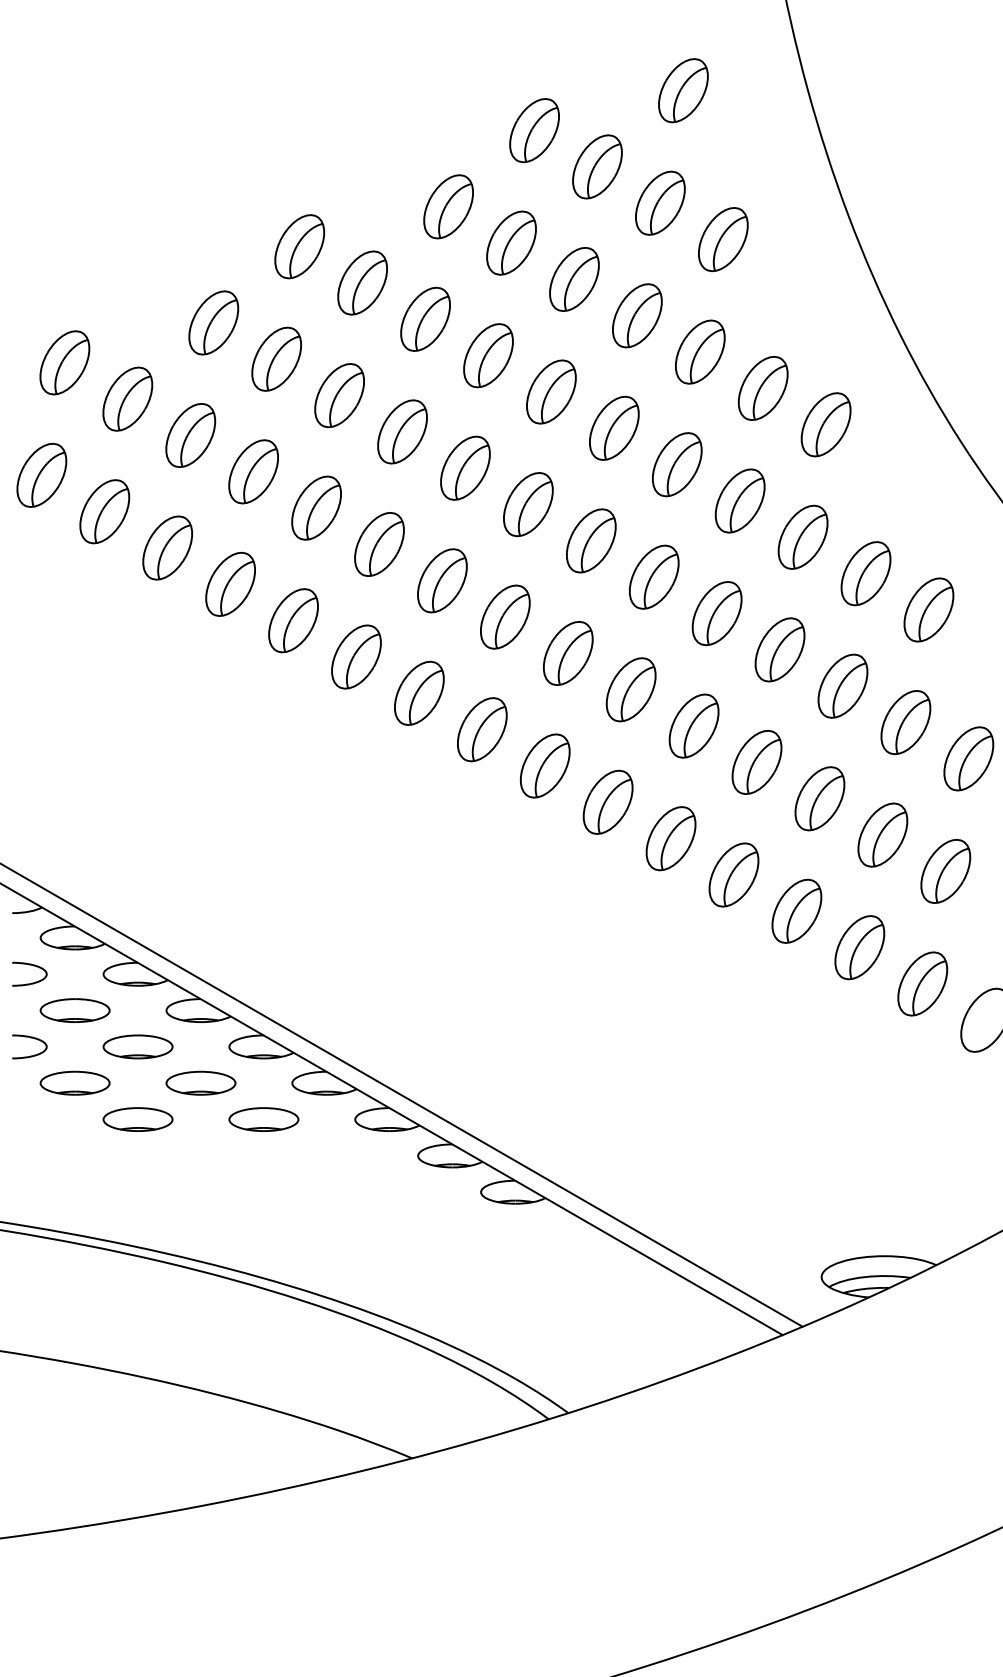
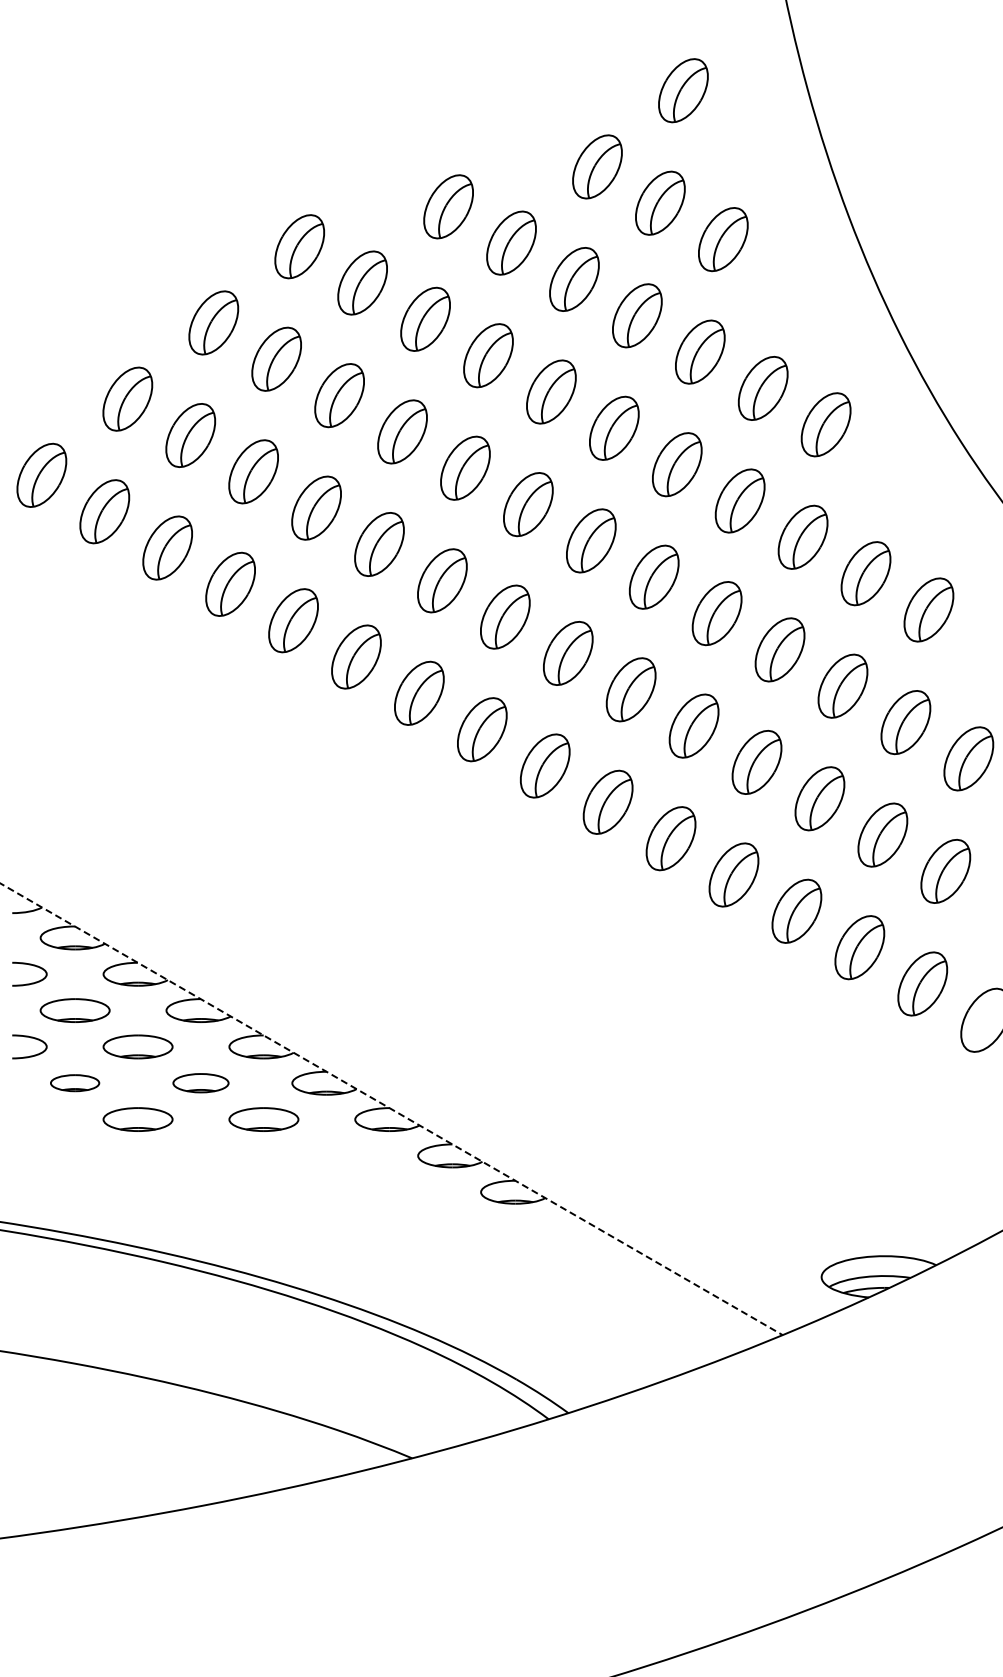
part at (534, 130): present -> none
part at (64, 362): present -> none
part at (74, 1082) size: 72x26 px -> 51x19 px
part at (200, 1082) size: 72x26 px -> 58x21 px
line at (402, 1095): present -> none
line at (392, 1109): solid -> dashed
